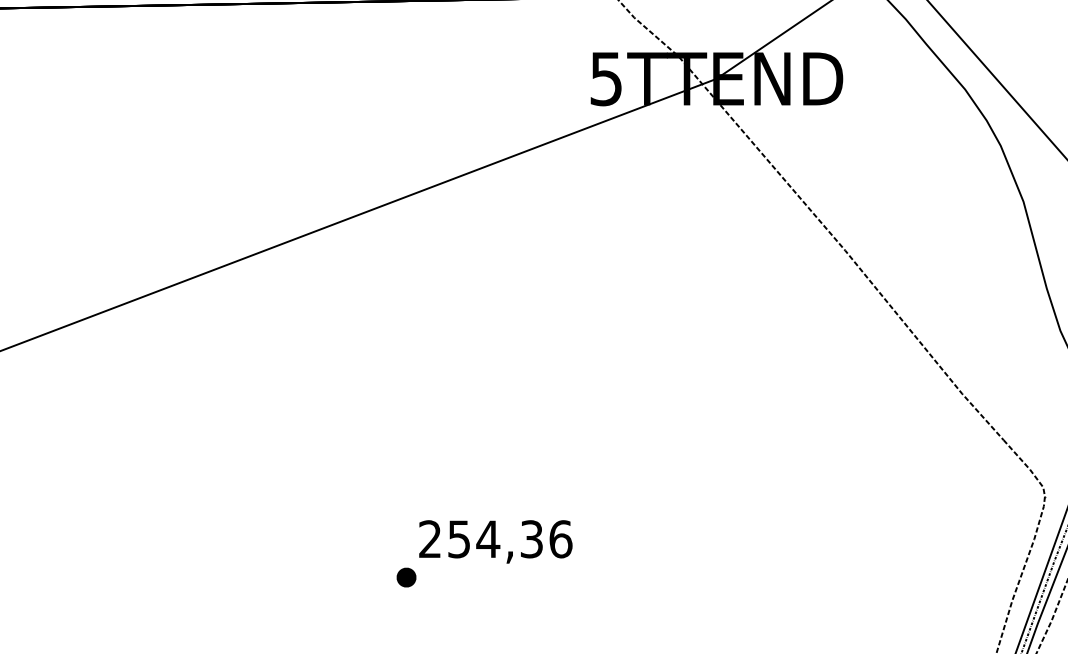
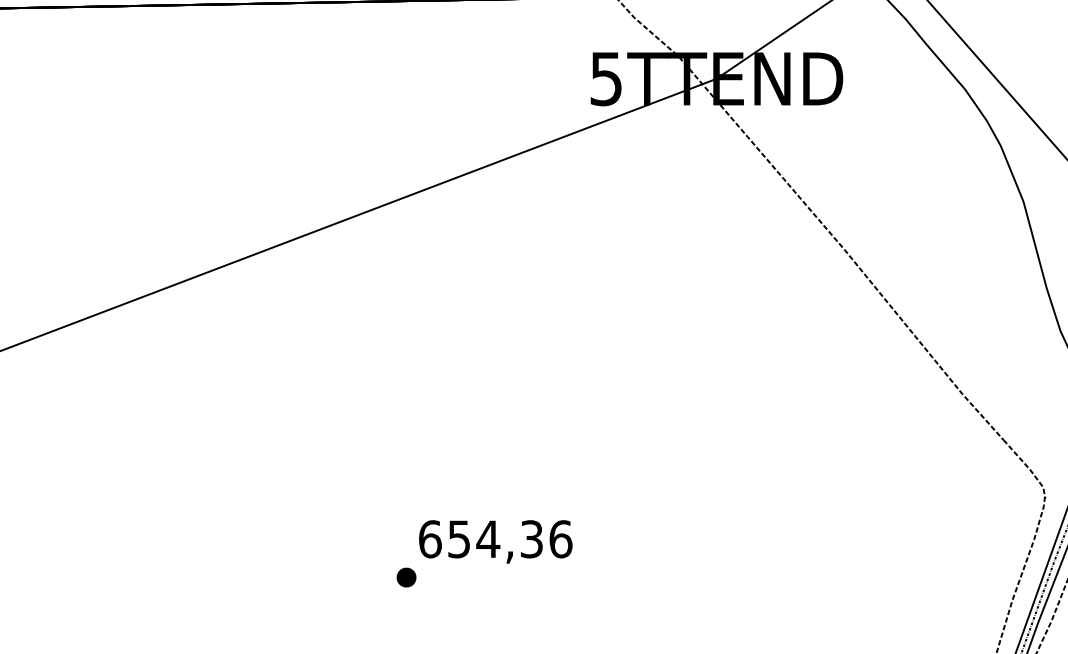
text at (430, 539): 254,36 -> 654,36
